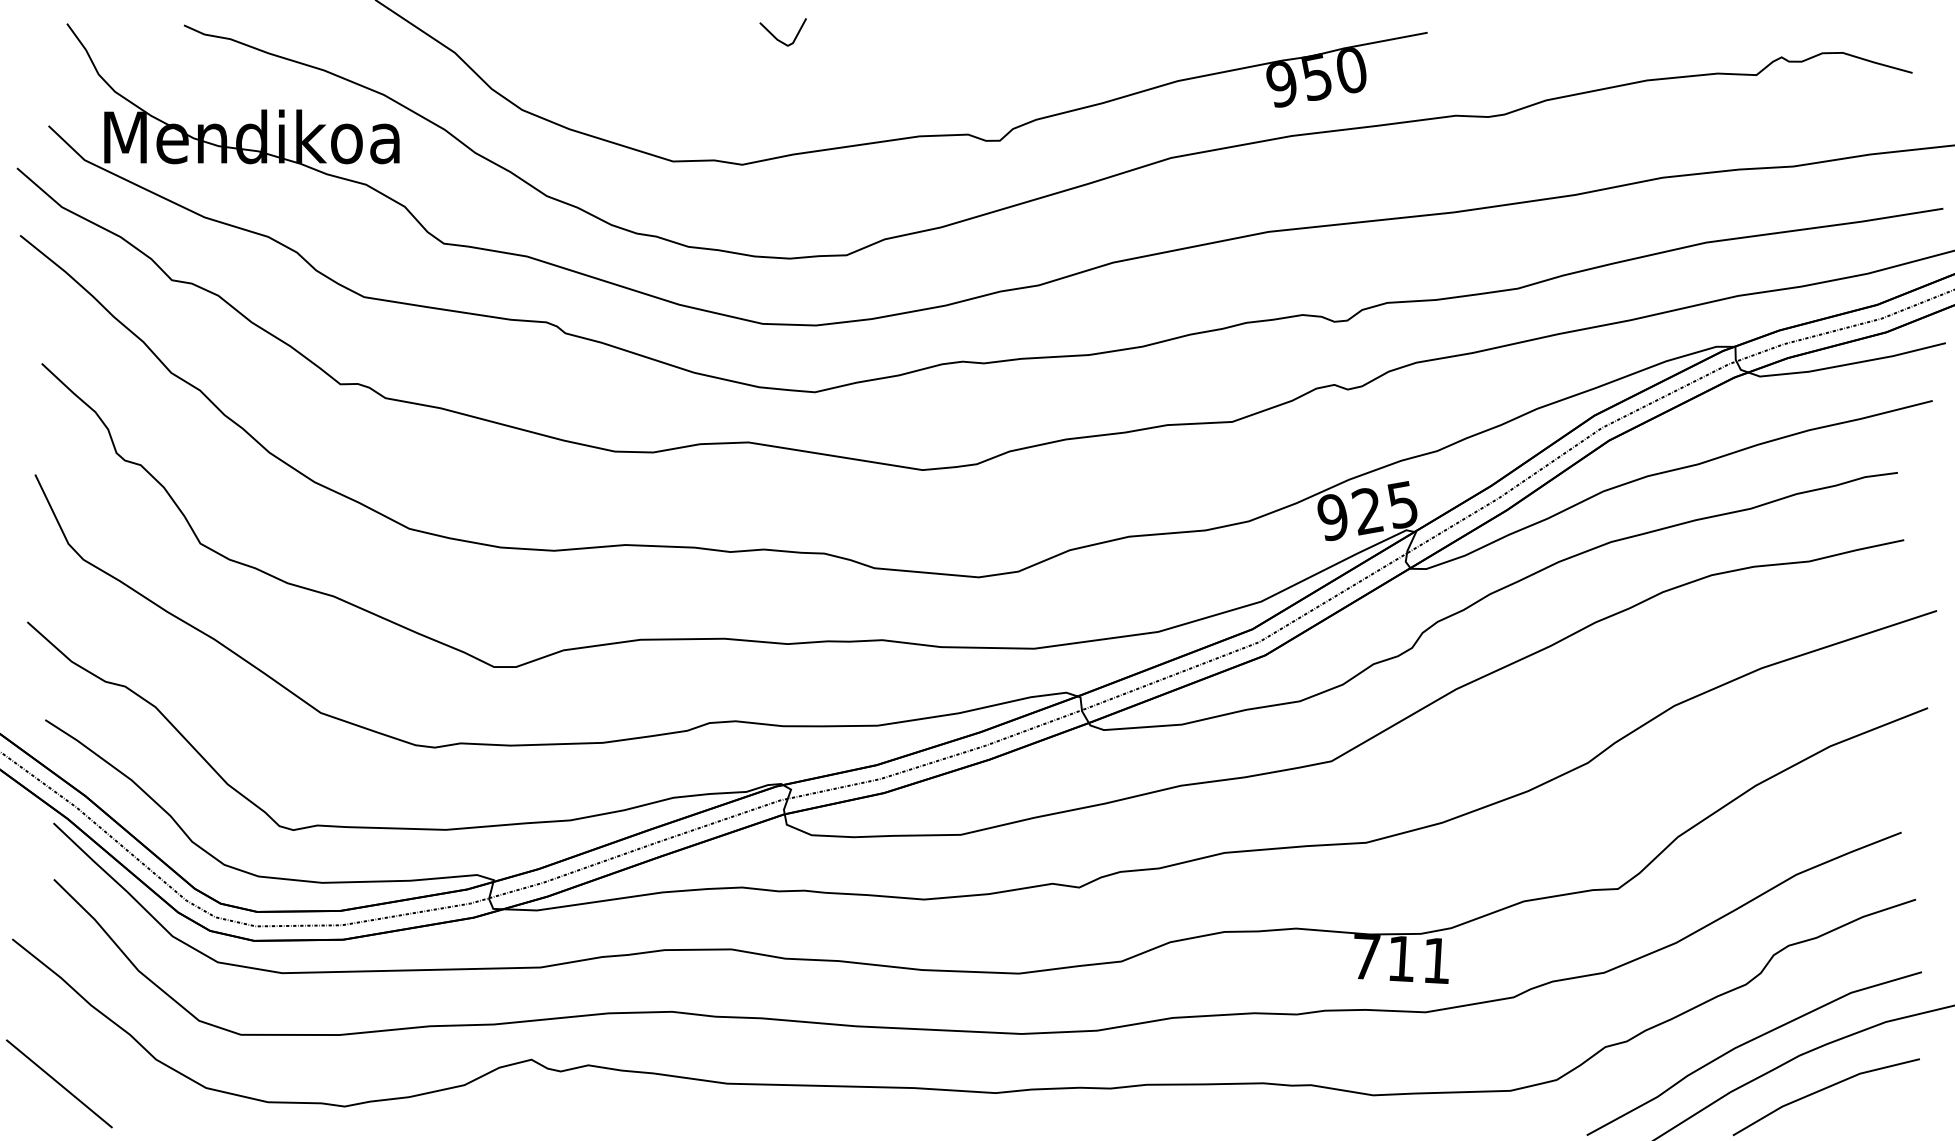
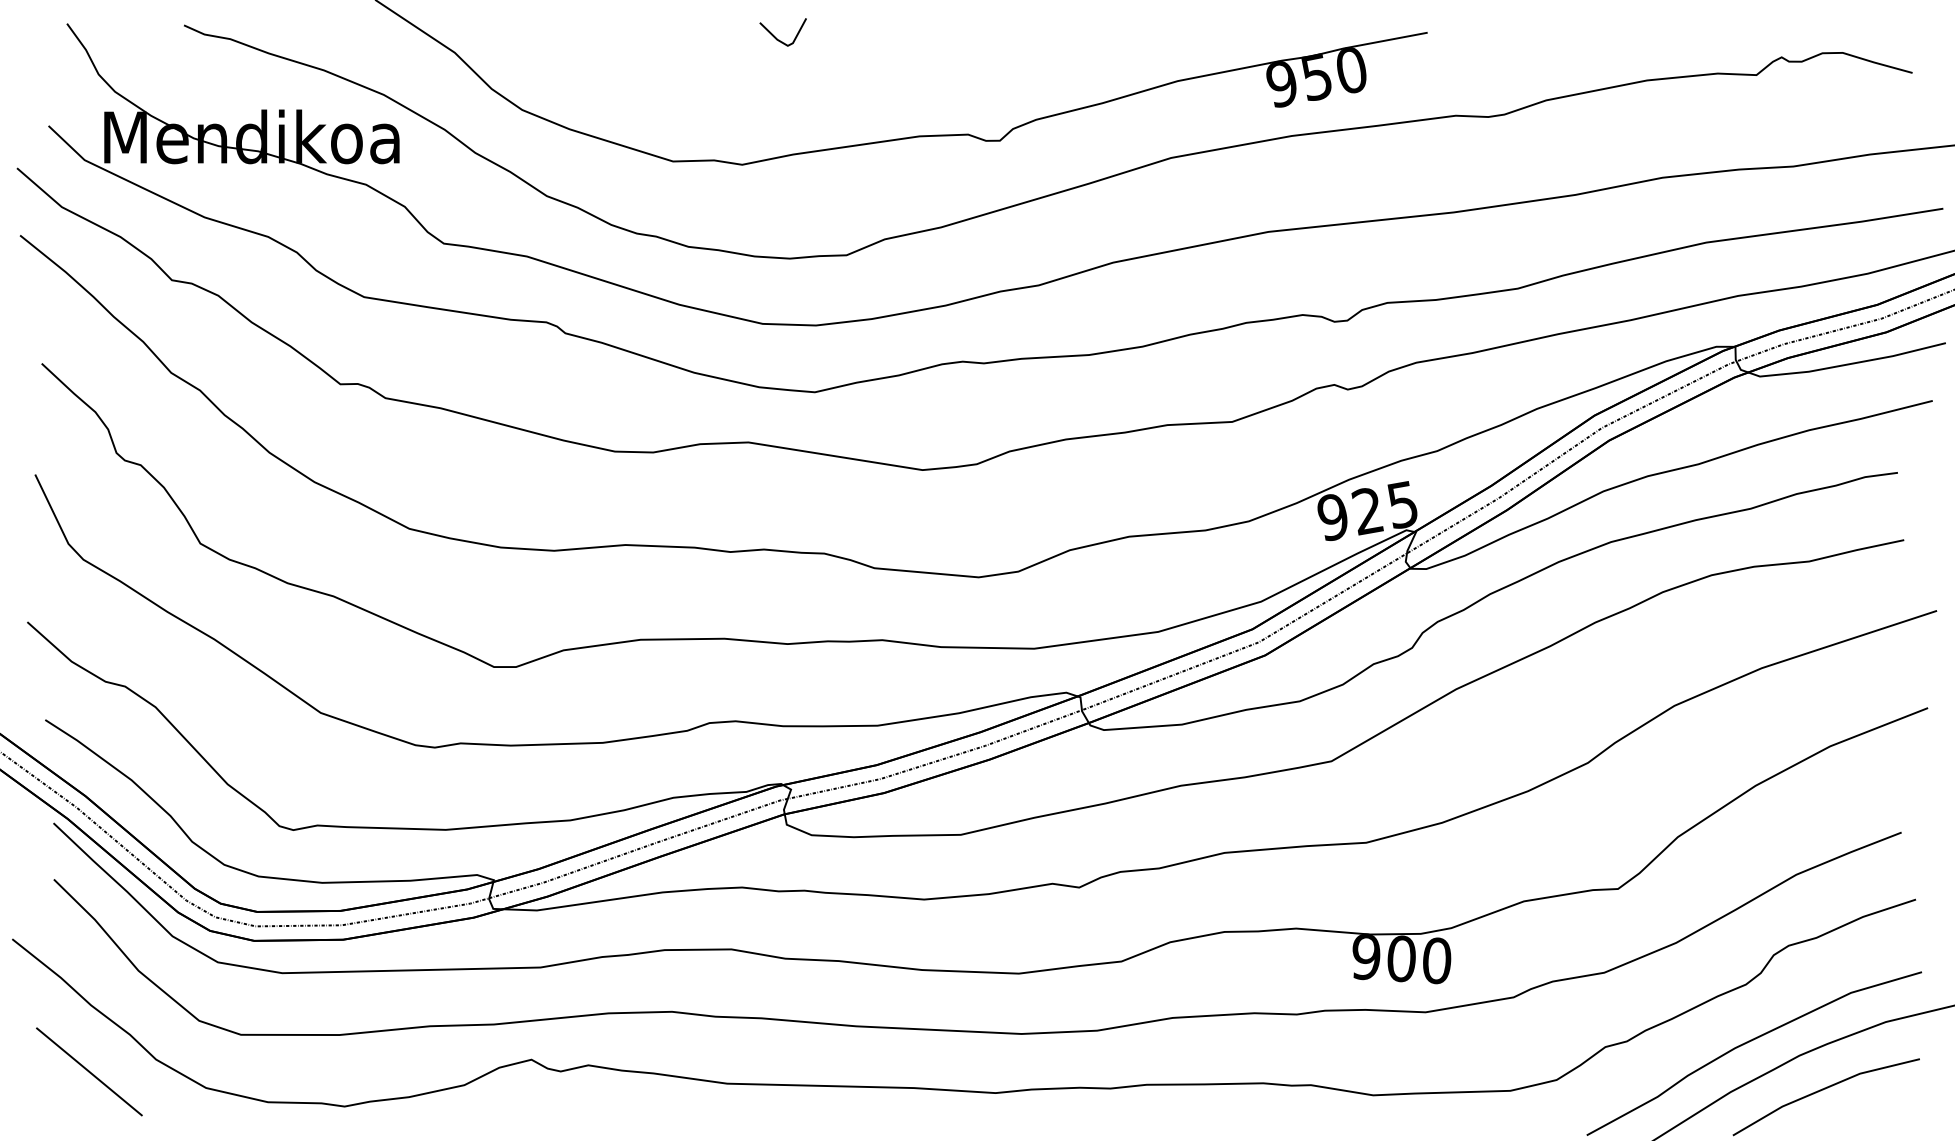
text at (1401, 958): 711 -> 900
line at (59, 1083) position: (59, 1083) -> (89, 1071)
